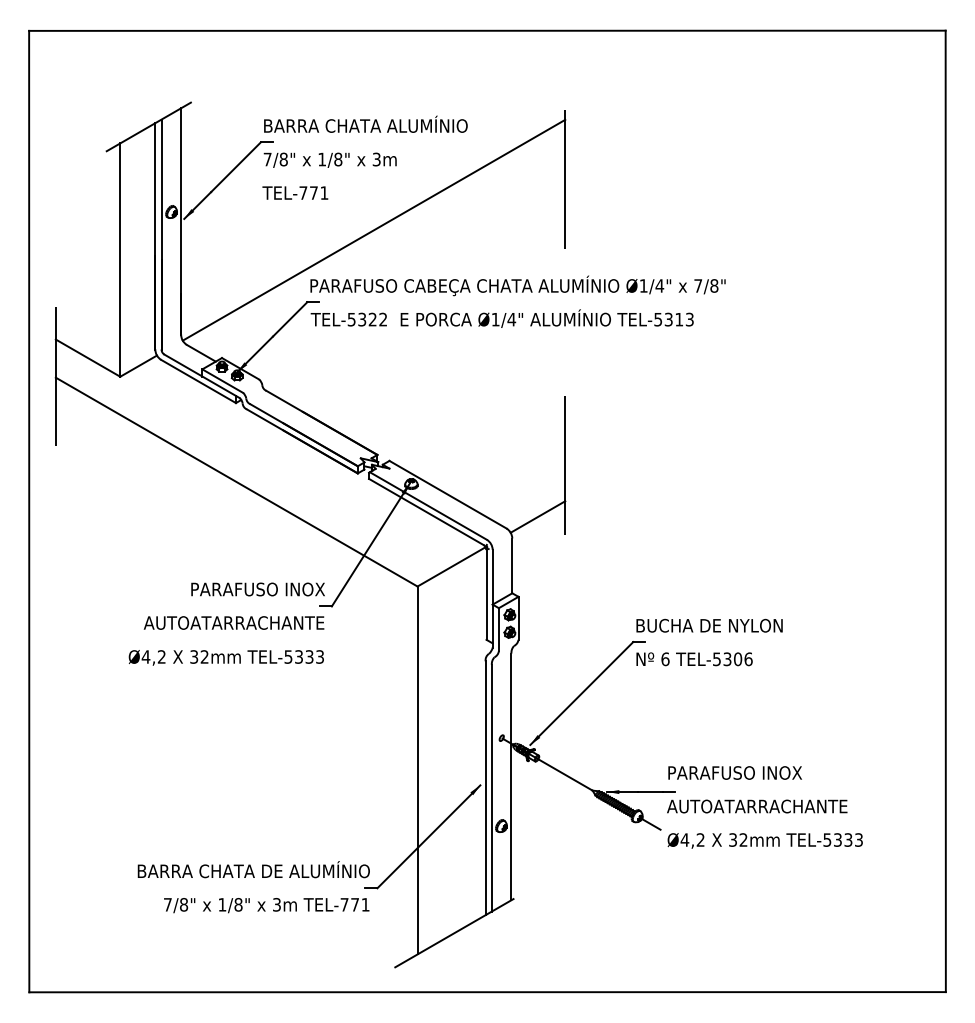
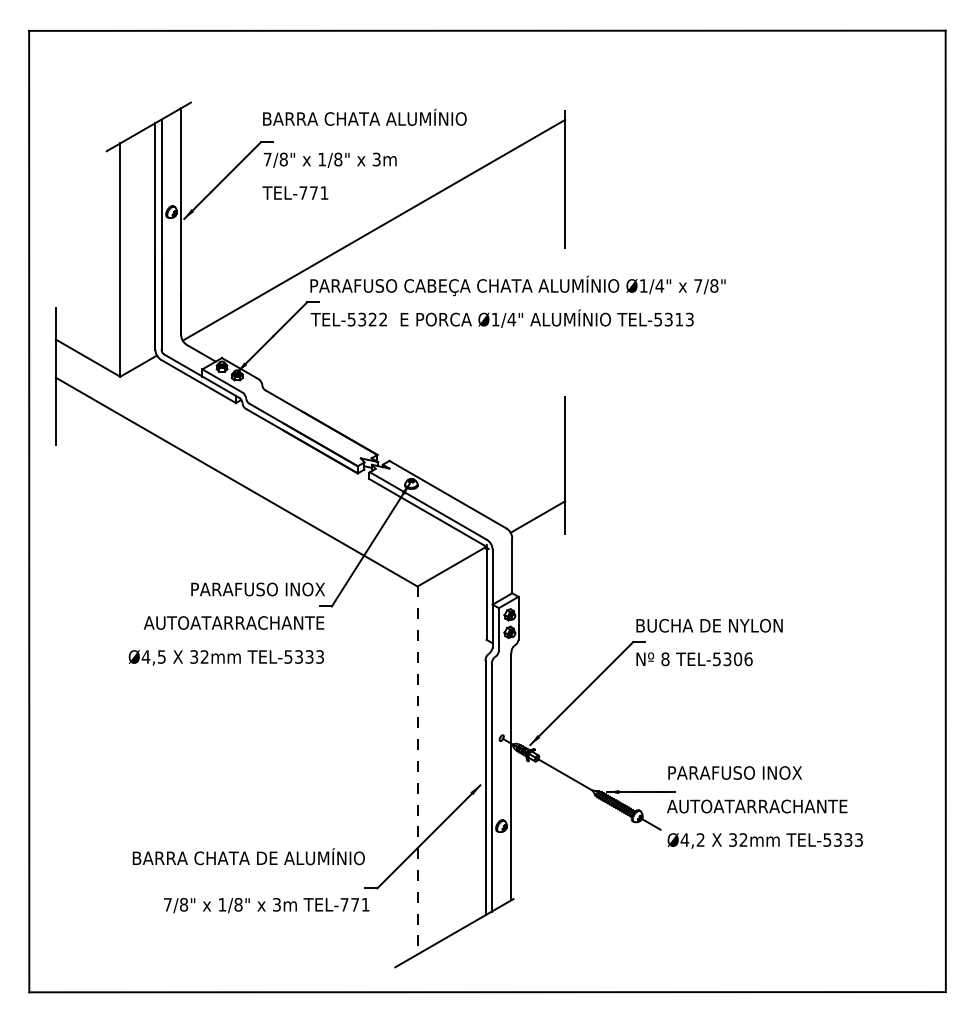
text at (365, 123) position: (365, 123) -> (364, 116)
text at (161, 656): Ø4,2 -> Ø4,5
text at (665, 658): 6 -> 8
line at (417, 770): solid -> dashed
text at (253, 869) position: (253, 869) -> (248, 856)
